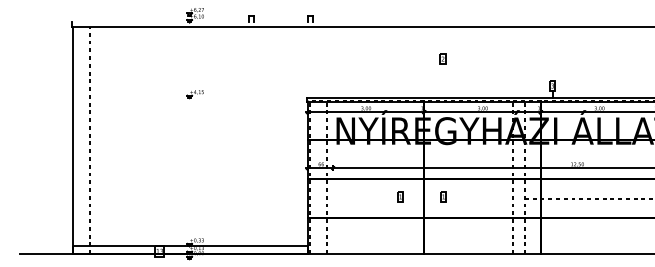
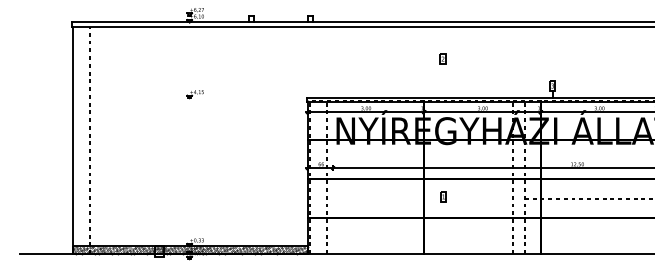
line at (361, 22): none -> present
part at (400, 196): present -> none
hatch at (190, 249): none -> present
